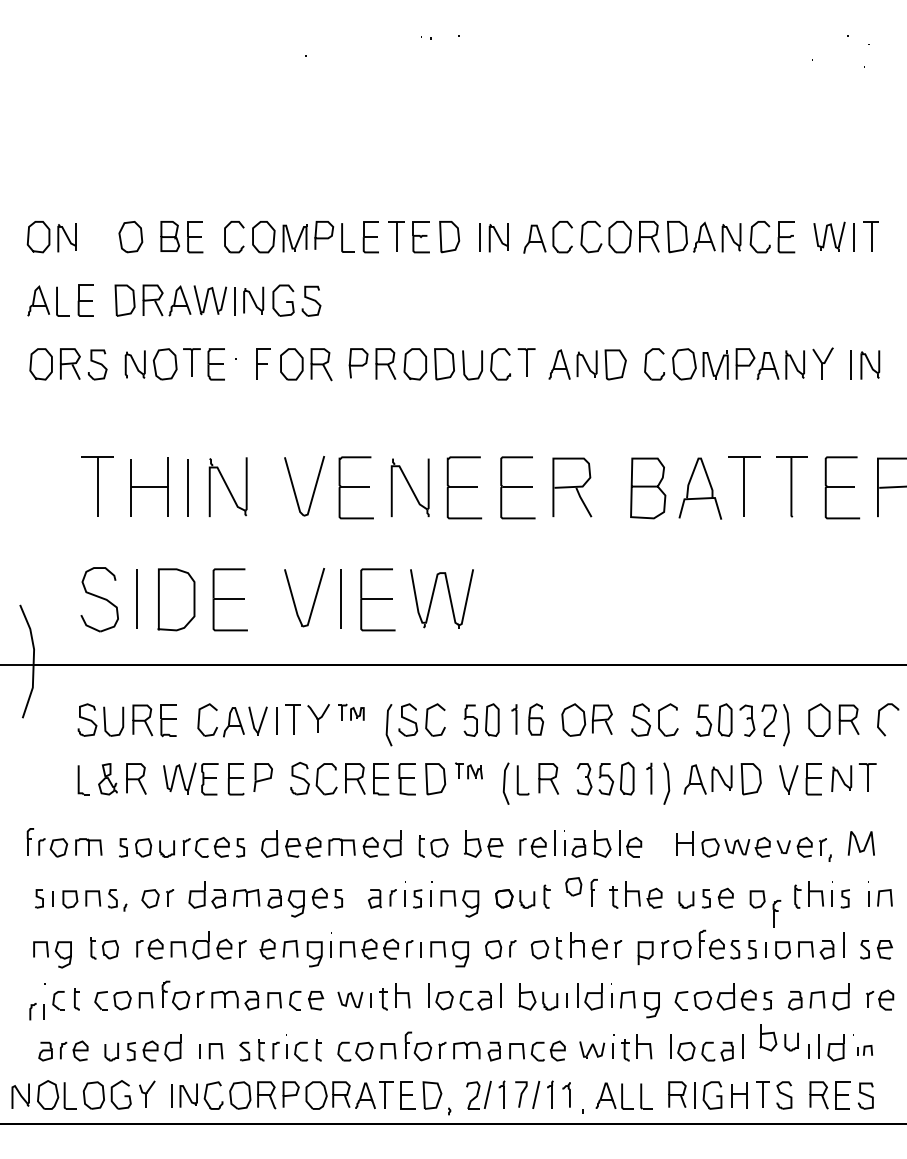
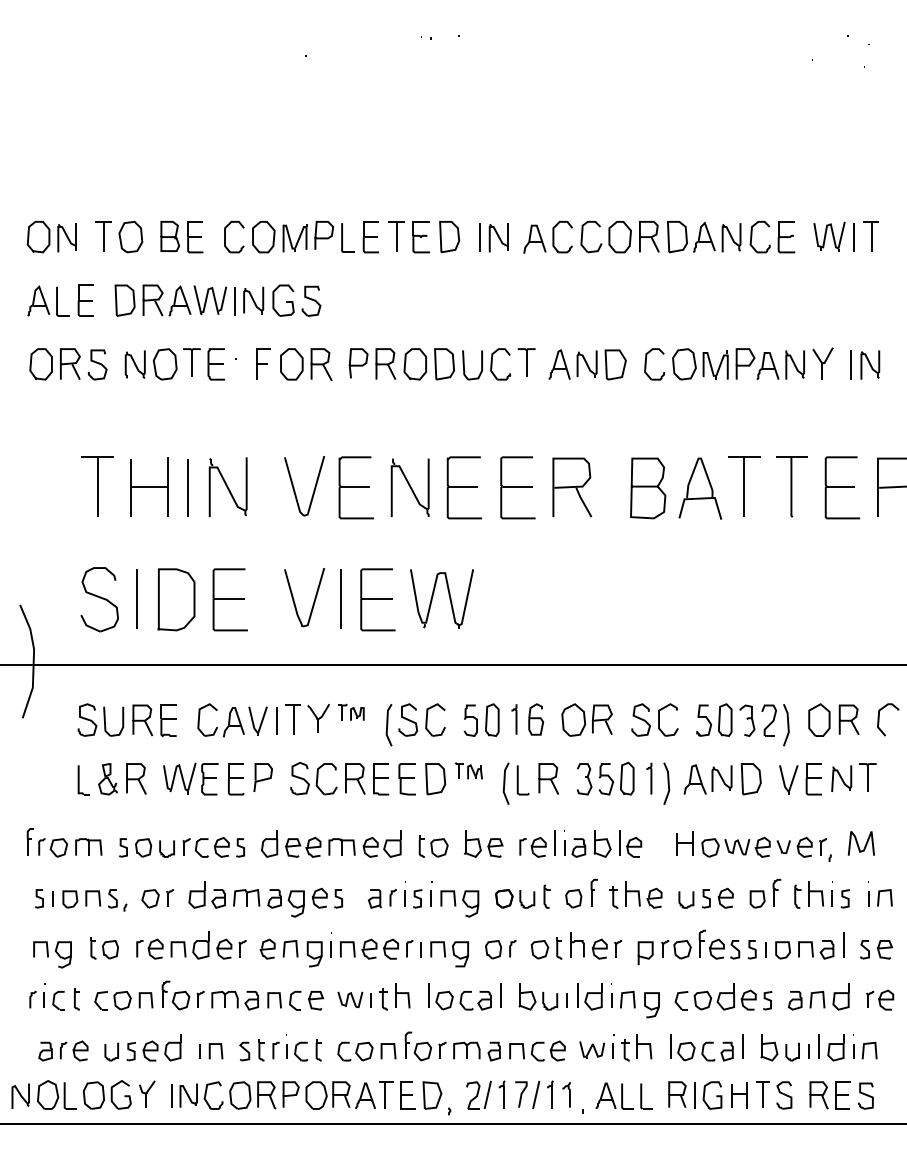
part at (103, 236): none -> present
part at (573, 886) position: (573, 886) -> (573, 898)
part at (776, 913) position: (776, 913) -> (776, 892)
part at (36, 1011) position: (36, 1011) -> (36, 999)
part at (778, 1037) position: (778, 1037) -> (779, 1047)
part at (864, 1050) size: 16x11 px -> 25x19 px
